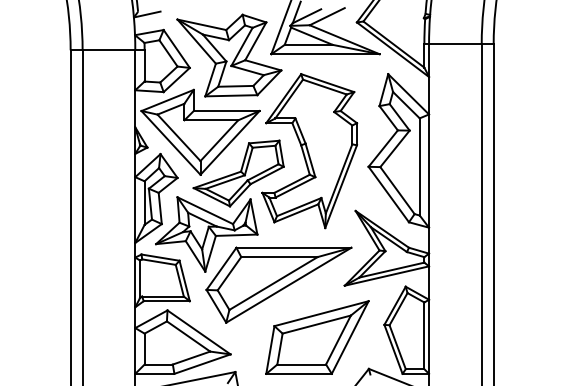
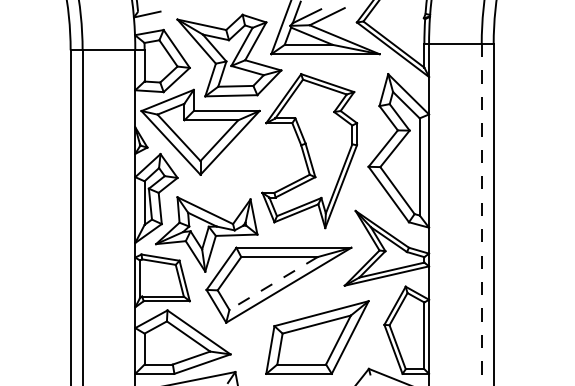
part at (238, 173): present -> none
line at (481, 215): solid -> dashed
line at (273, 283): solid -> dashed
